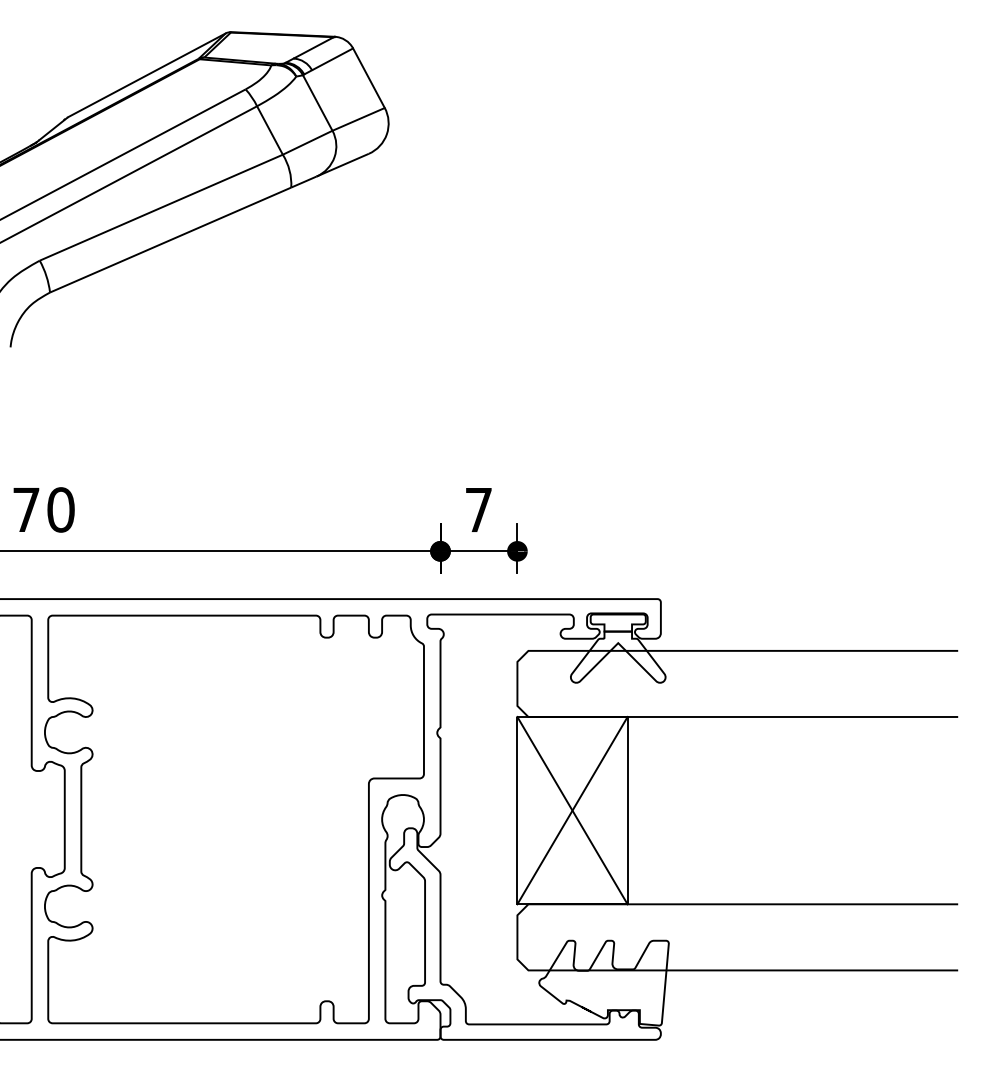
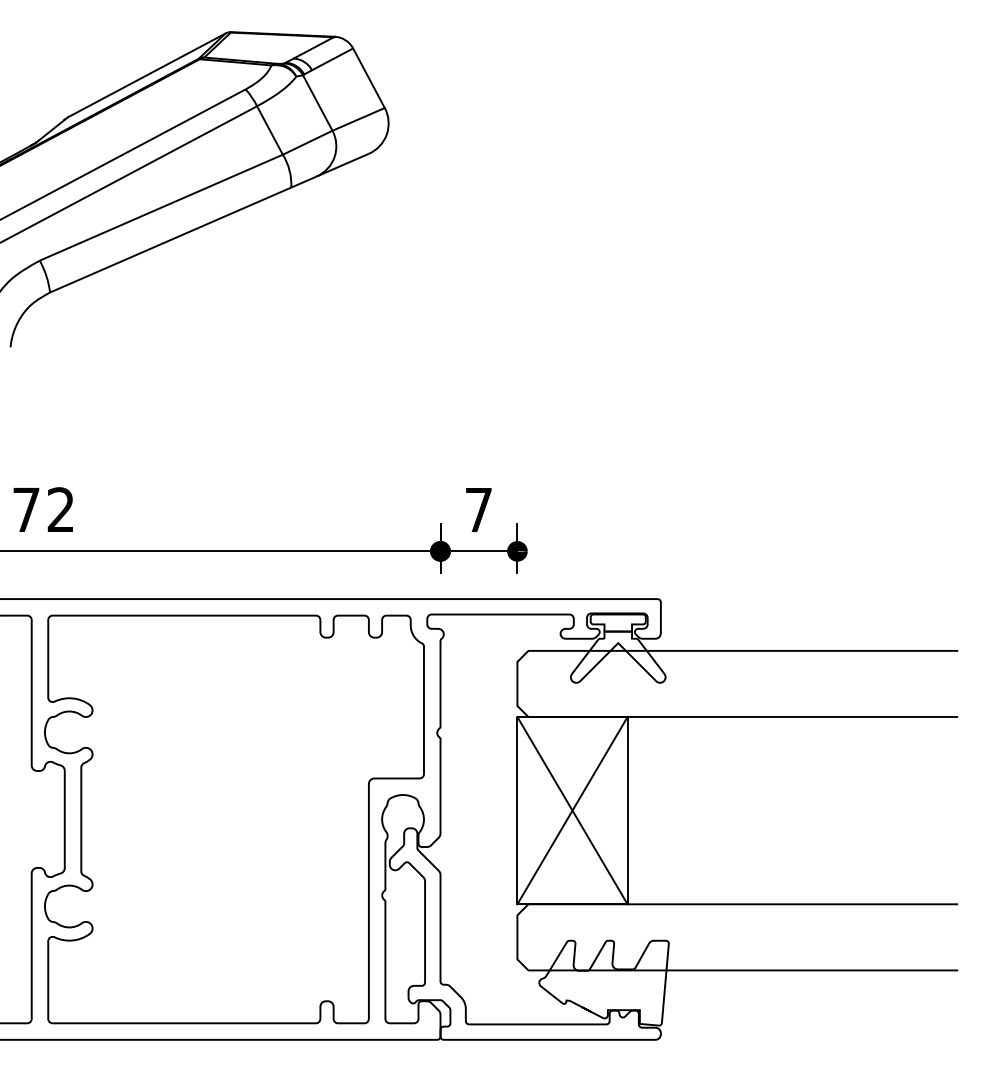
text at (60, 509): 70 -> 72
